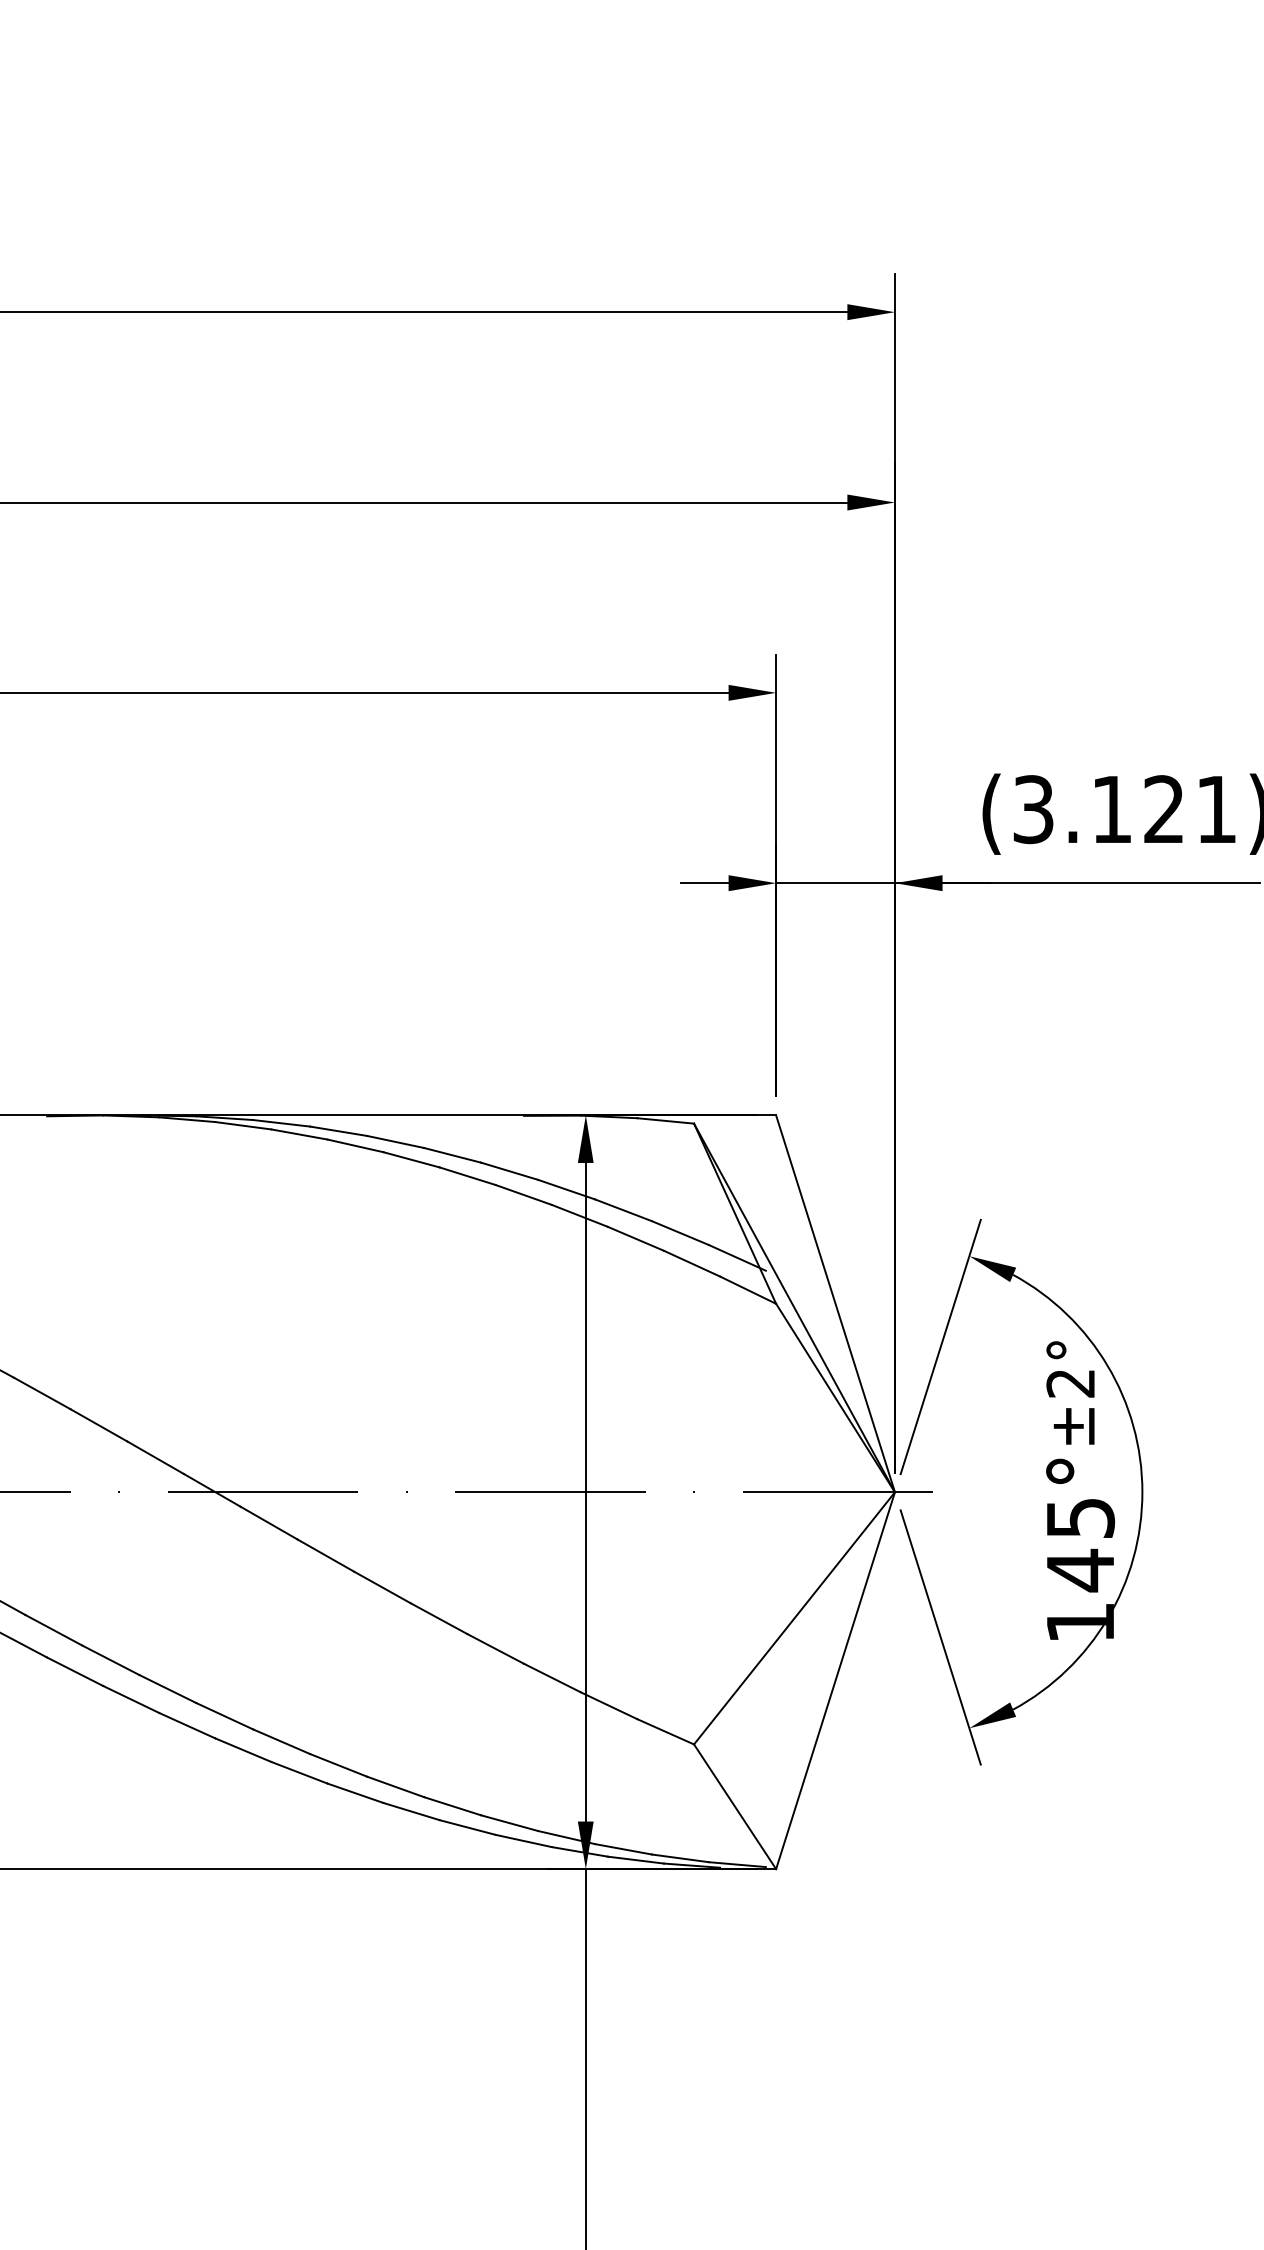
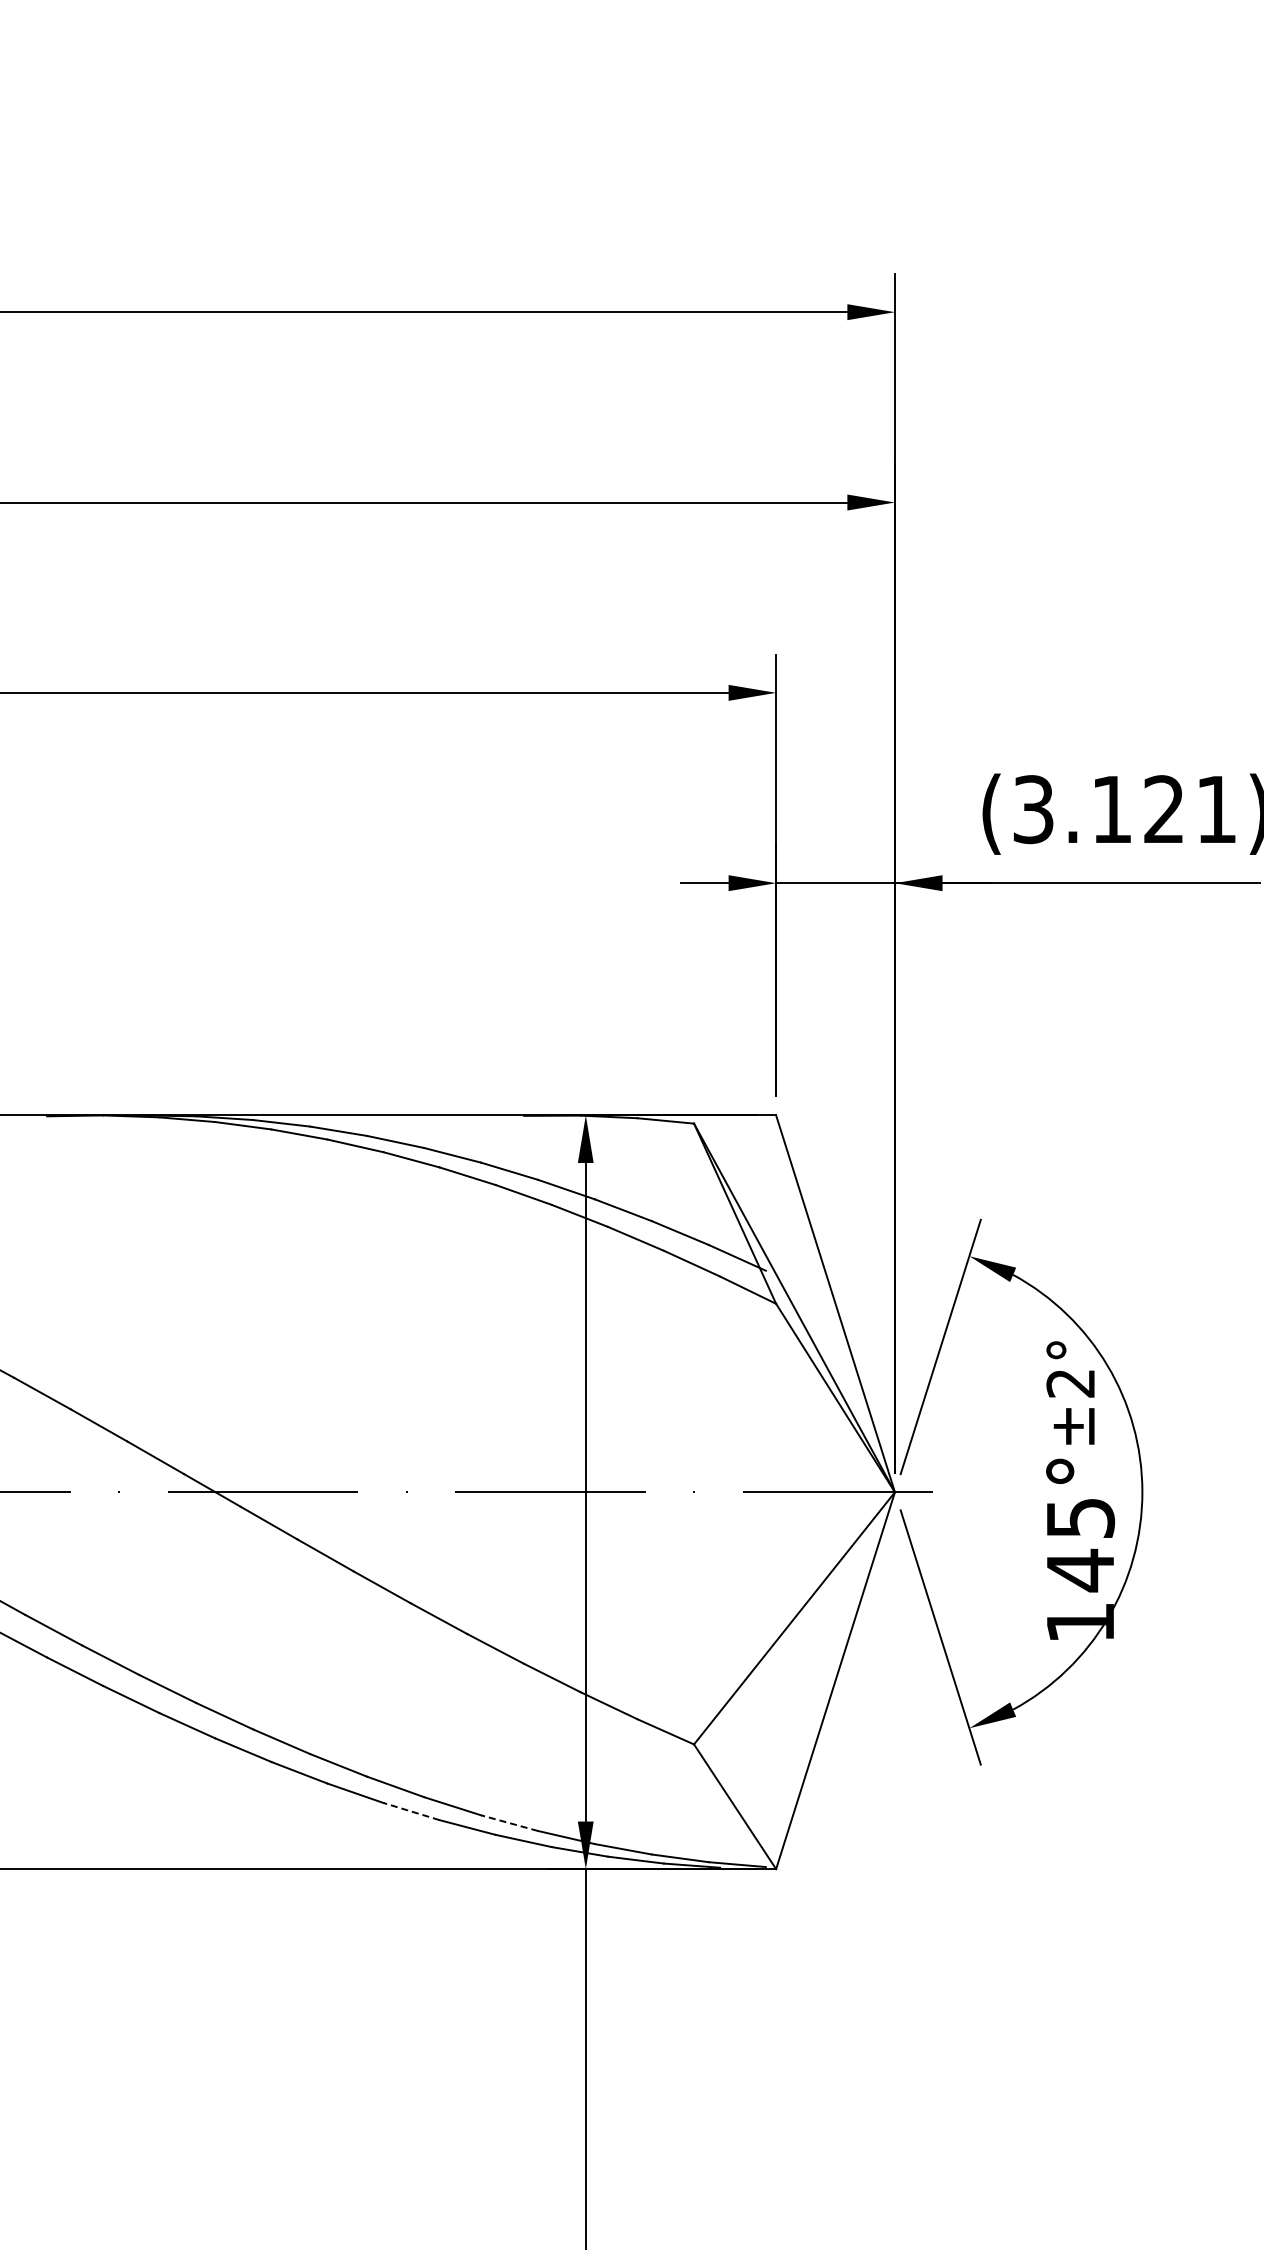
line at (411, 1811): solid -> dashed
line at (509, 1823): solid -> dashed
